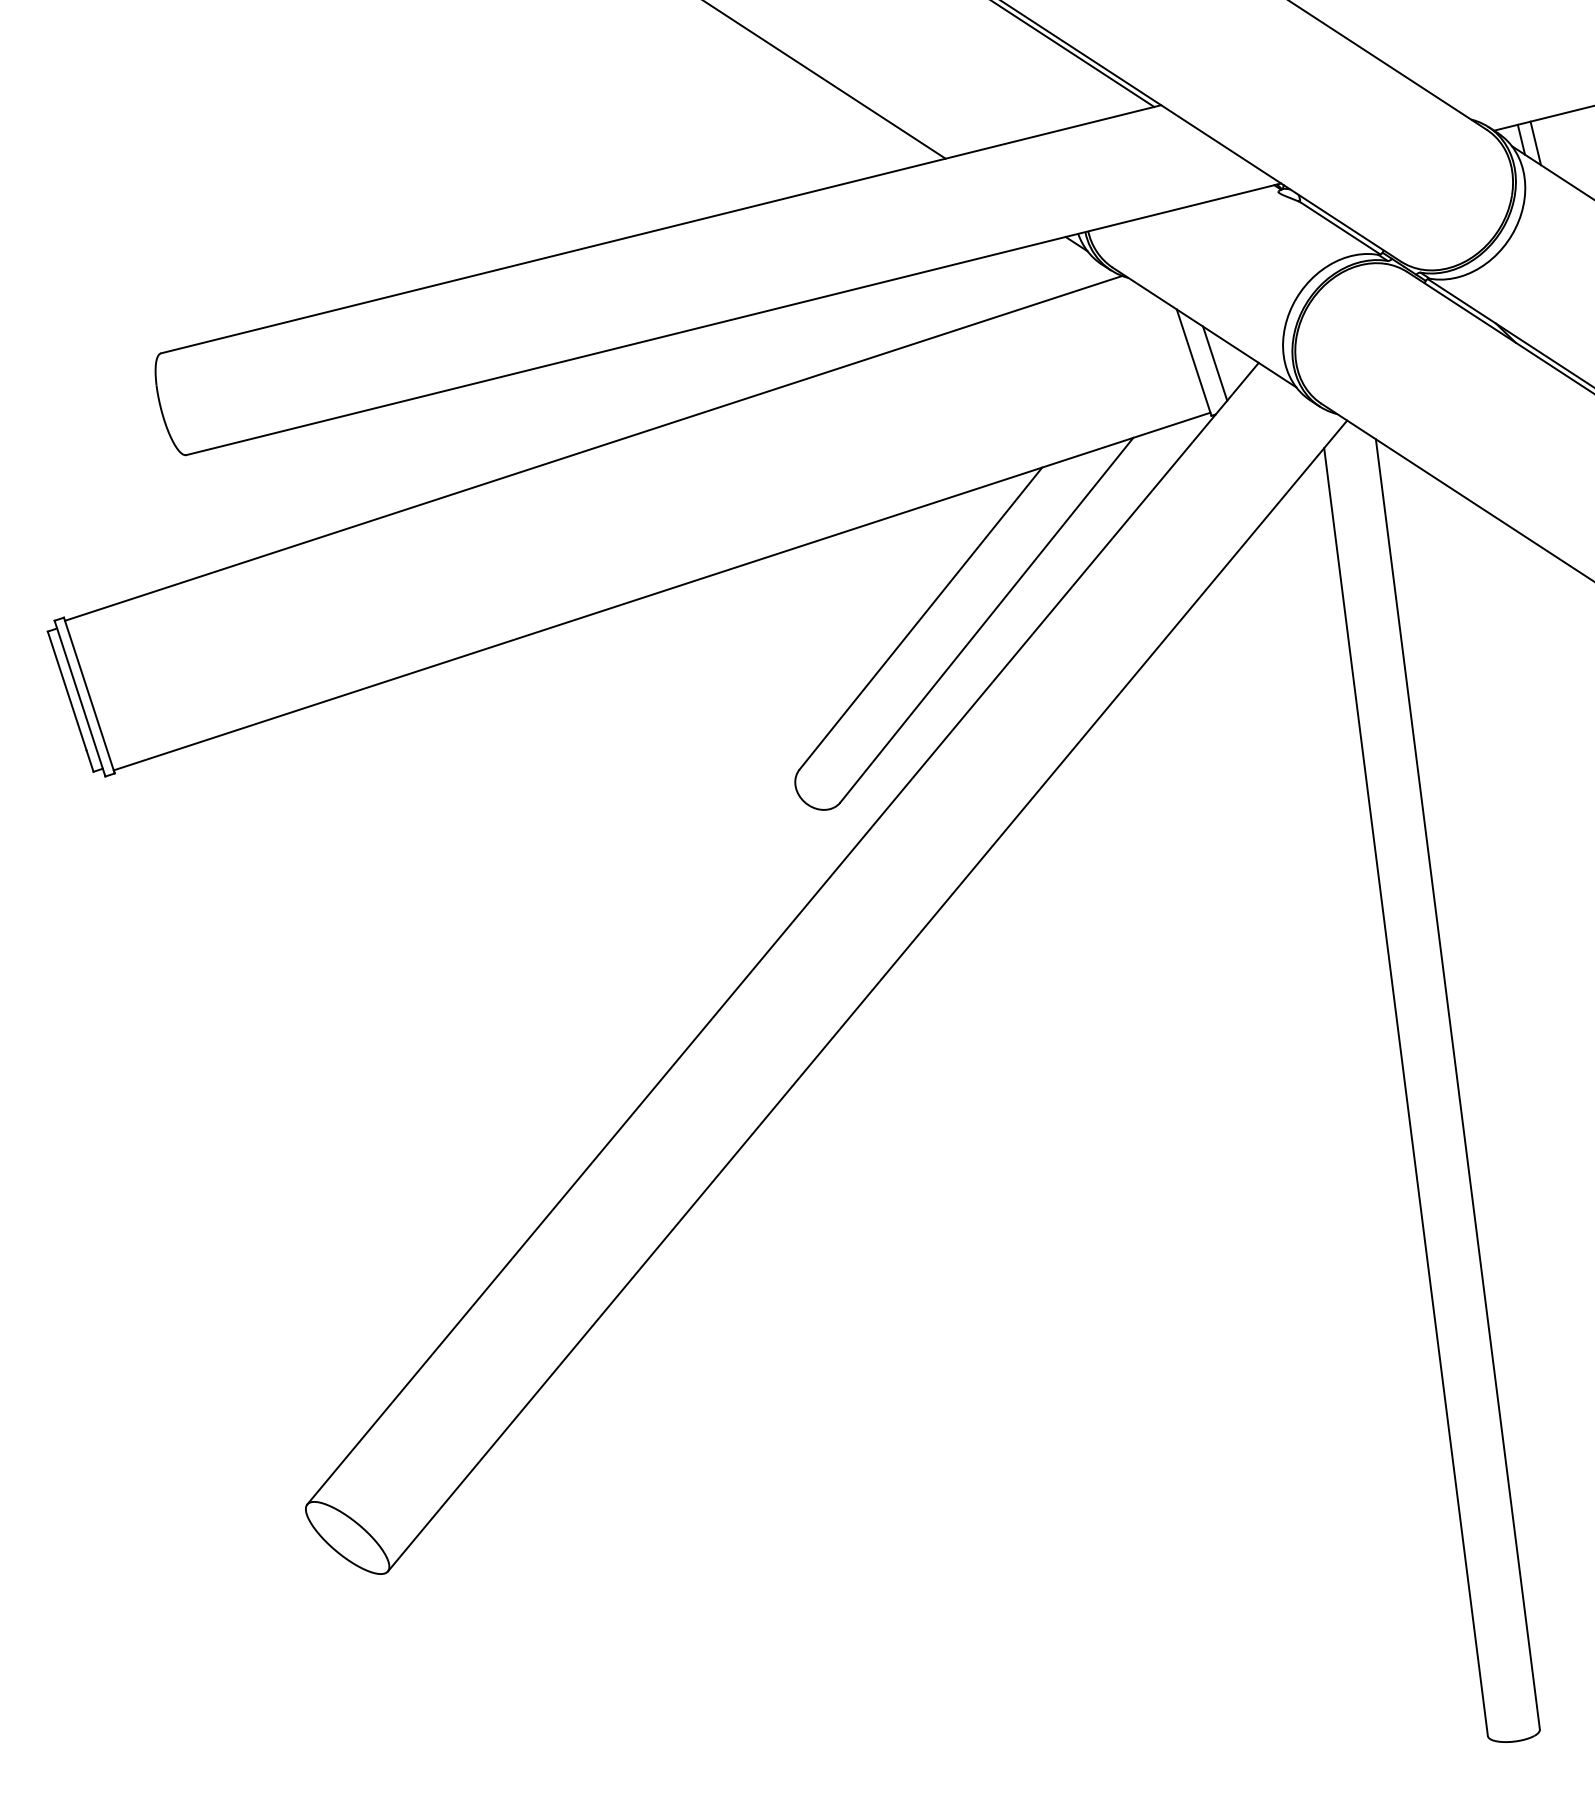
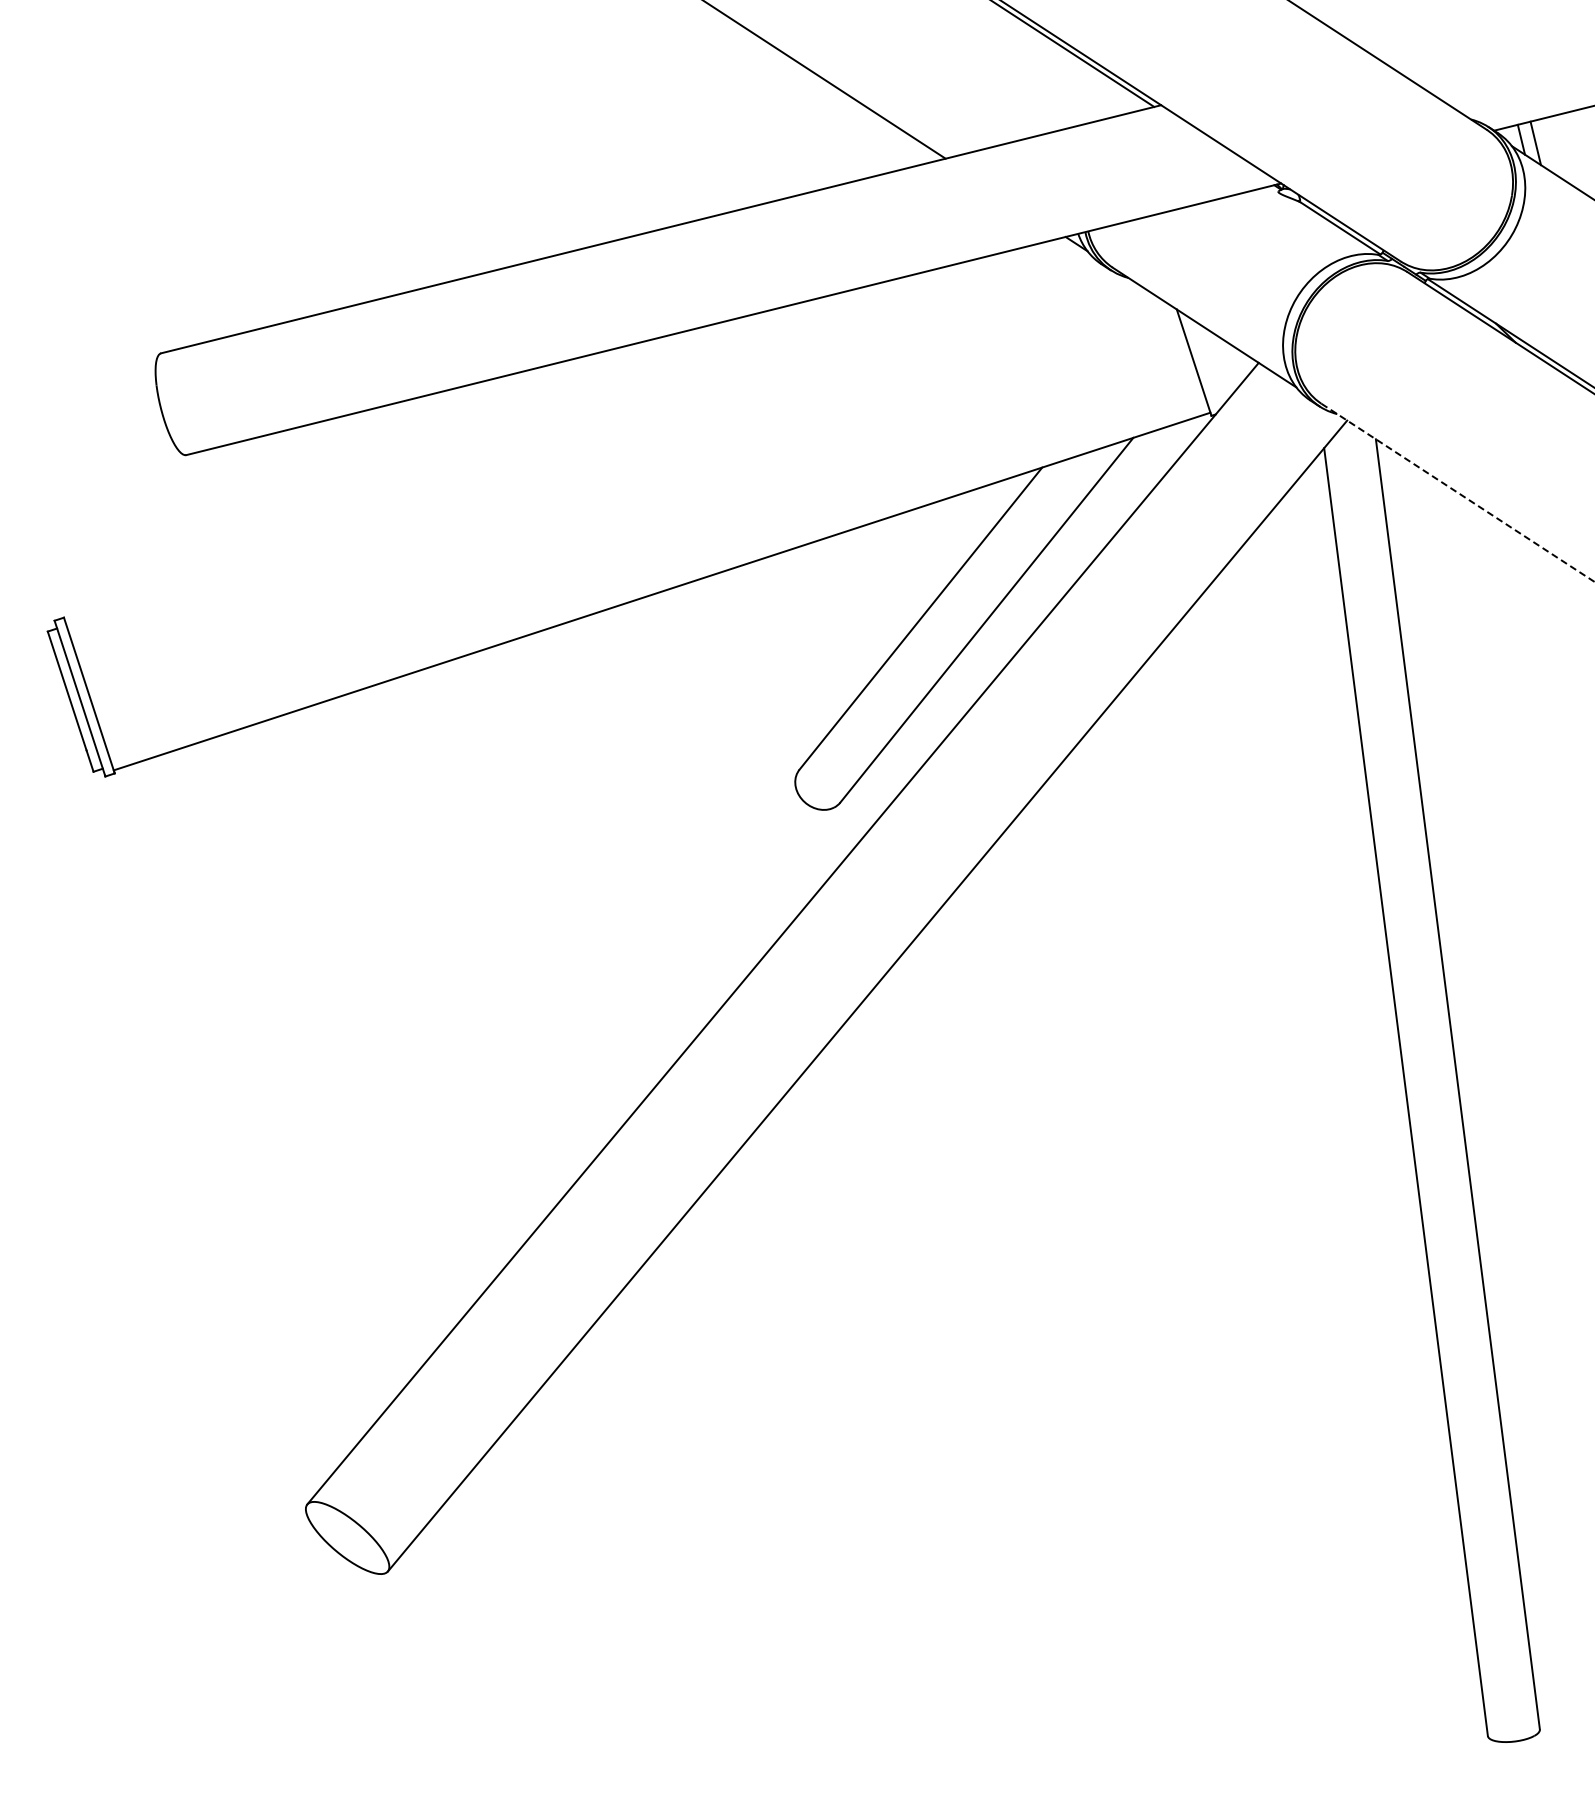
line at (1215, 363): present -> none
line at (593, 448): present -> none
line at (1457, 492): solid -> dashed
